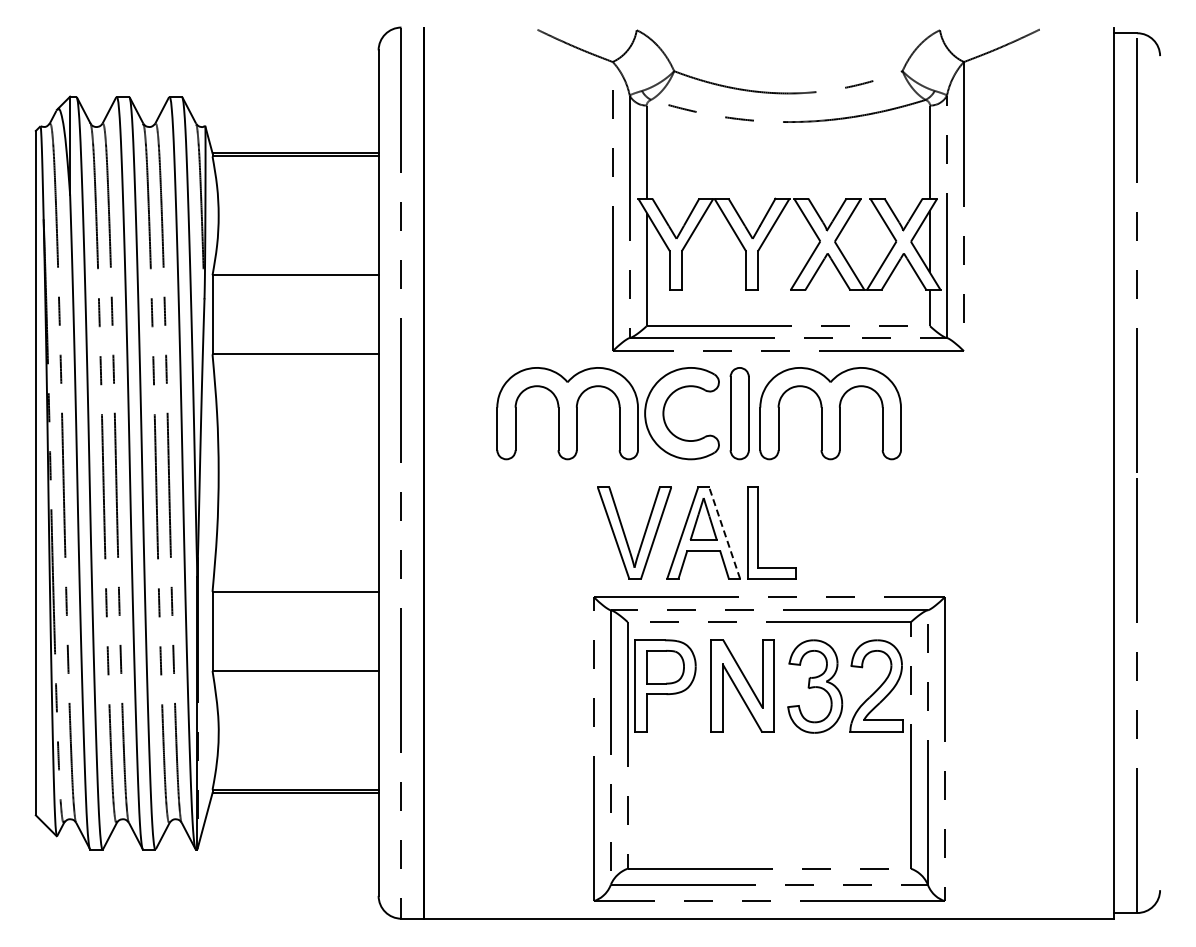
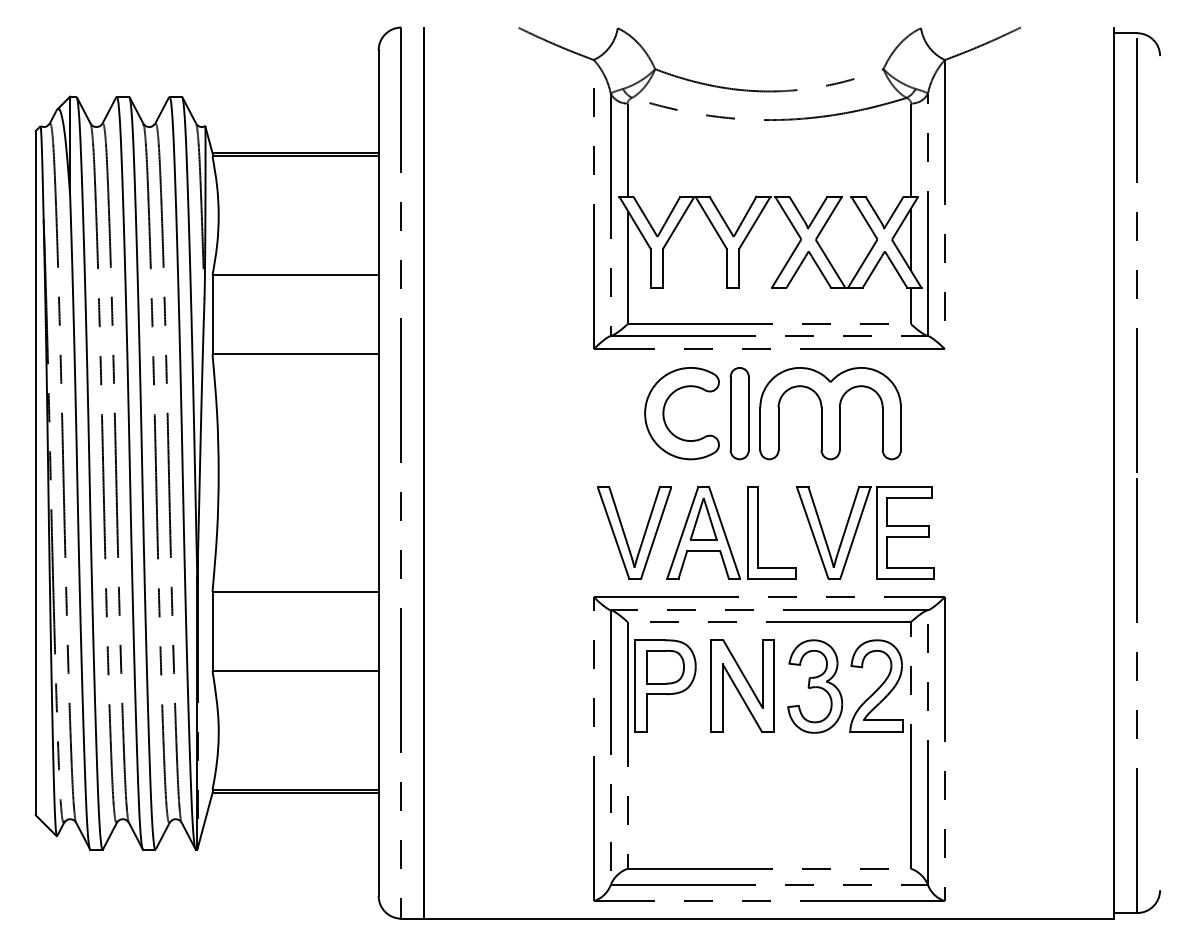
part at (788, 198) position: (788, 198) -> (769, 196)
part at (567, 413): present -> none
part at (857, 530): none -> present
line at (724, 533): dashed -> solid
